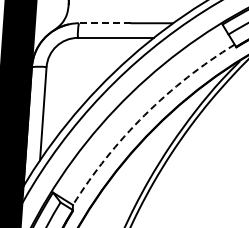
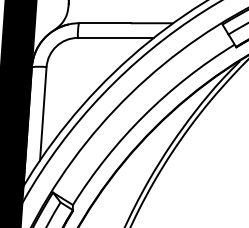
line at (104, 23): dashed -> solid
arc at (144, 115): dashed -> solid
